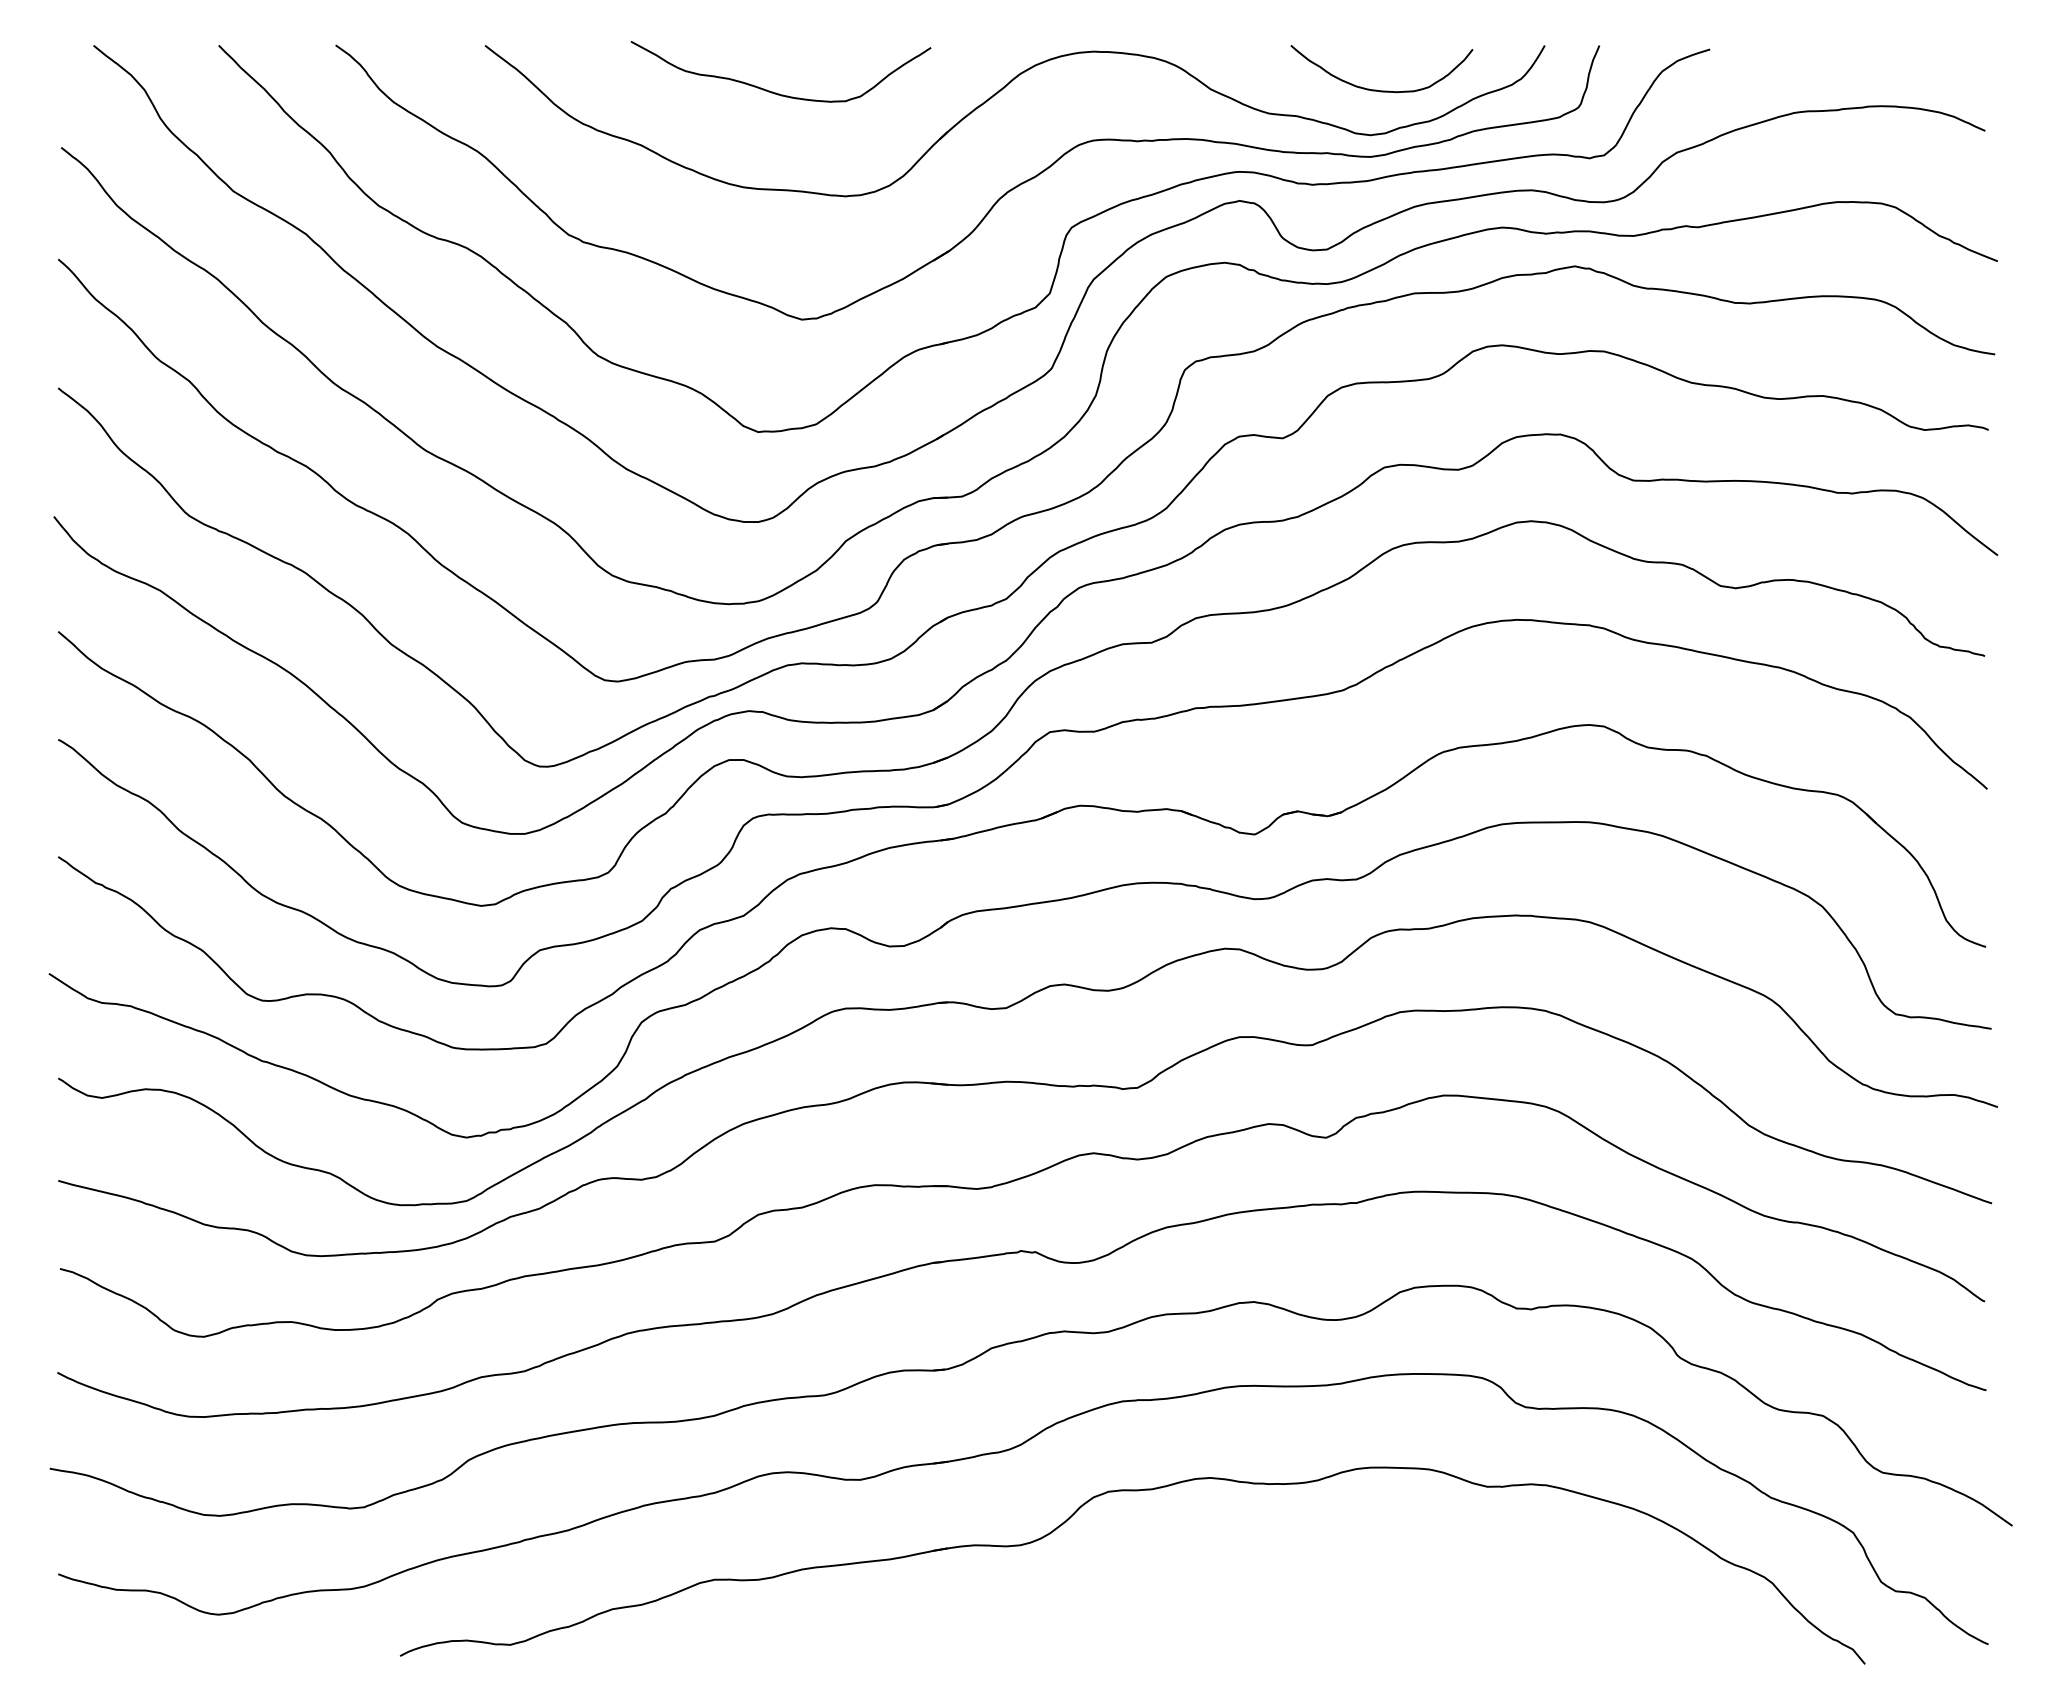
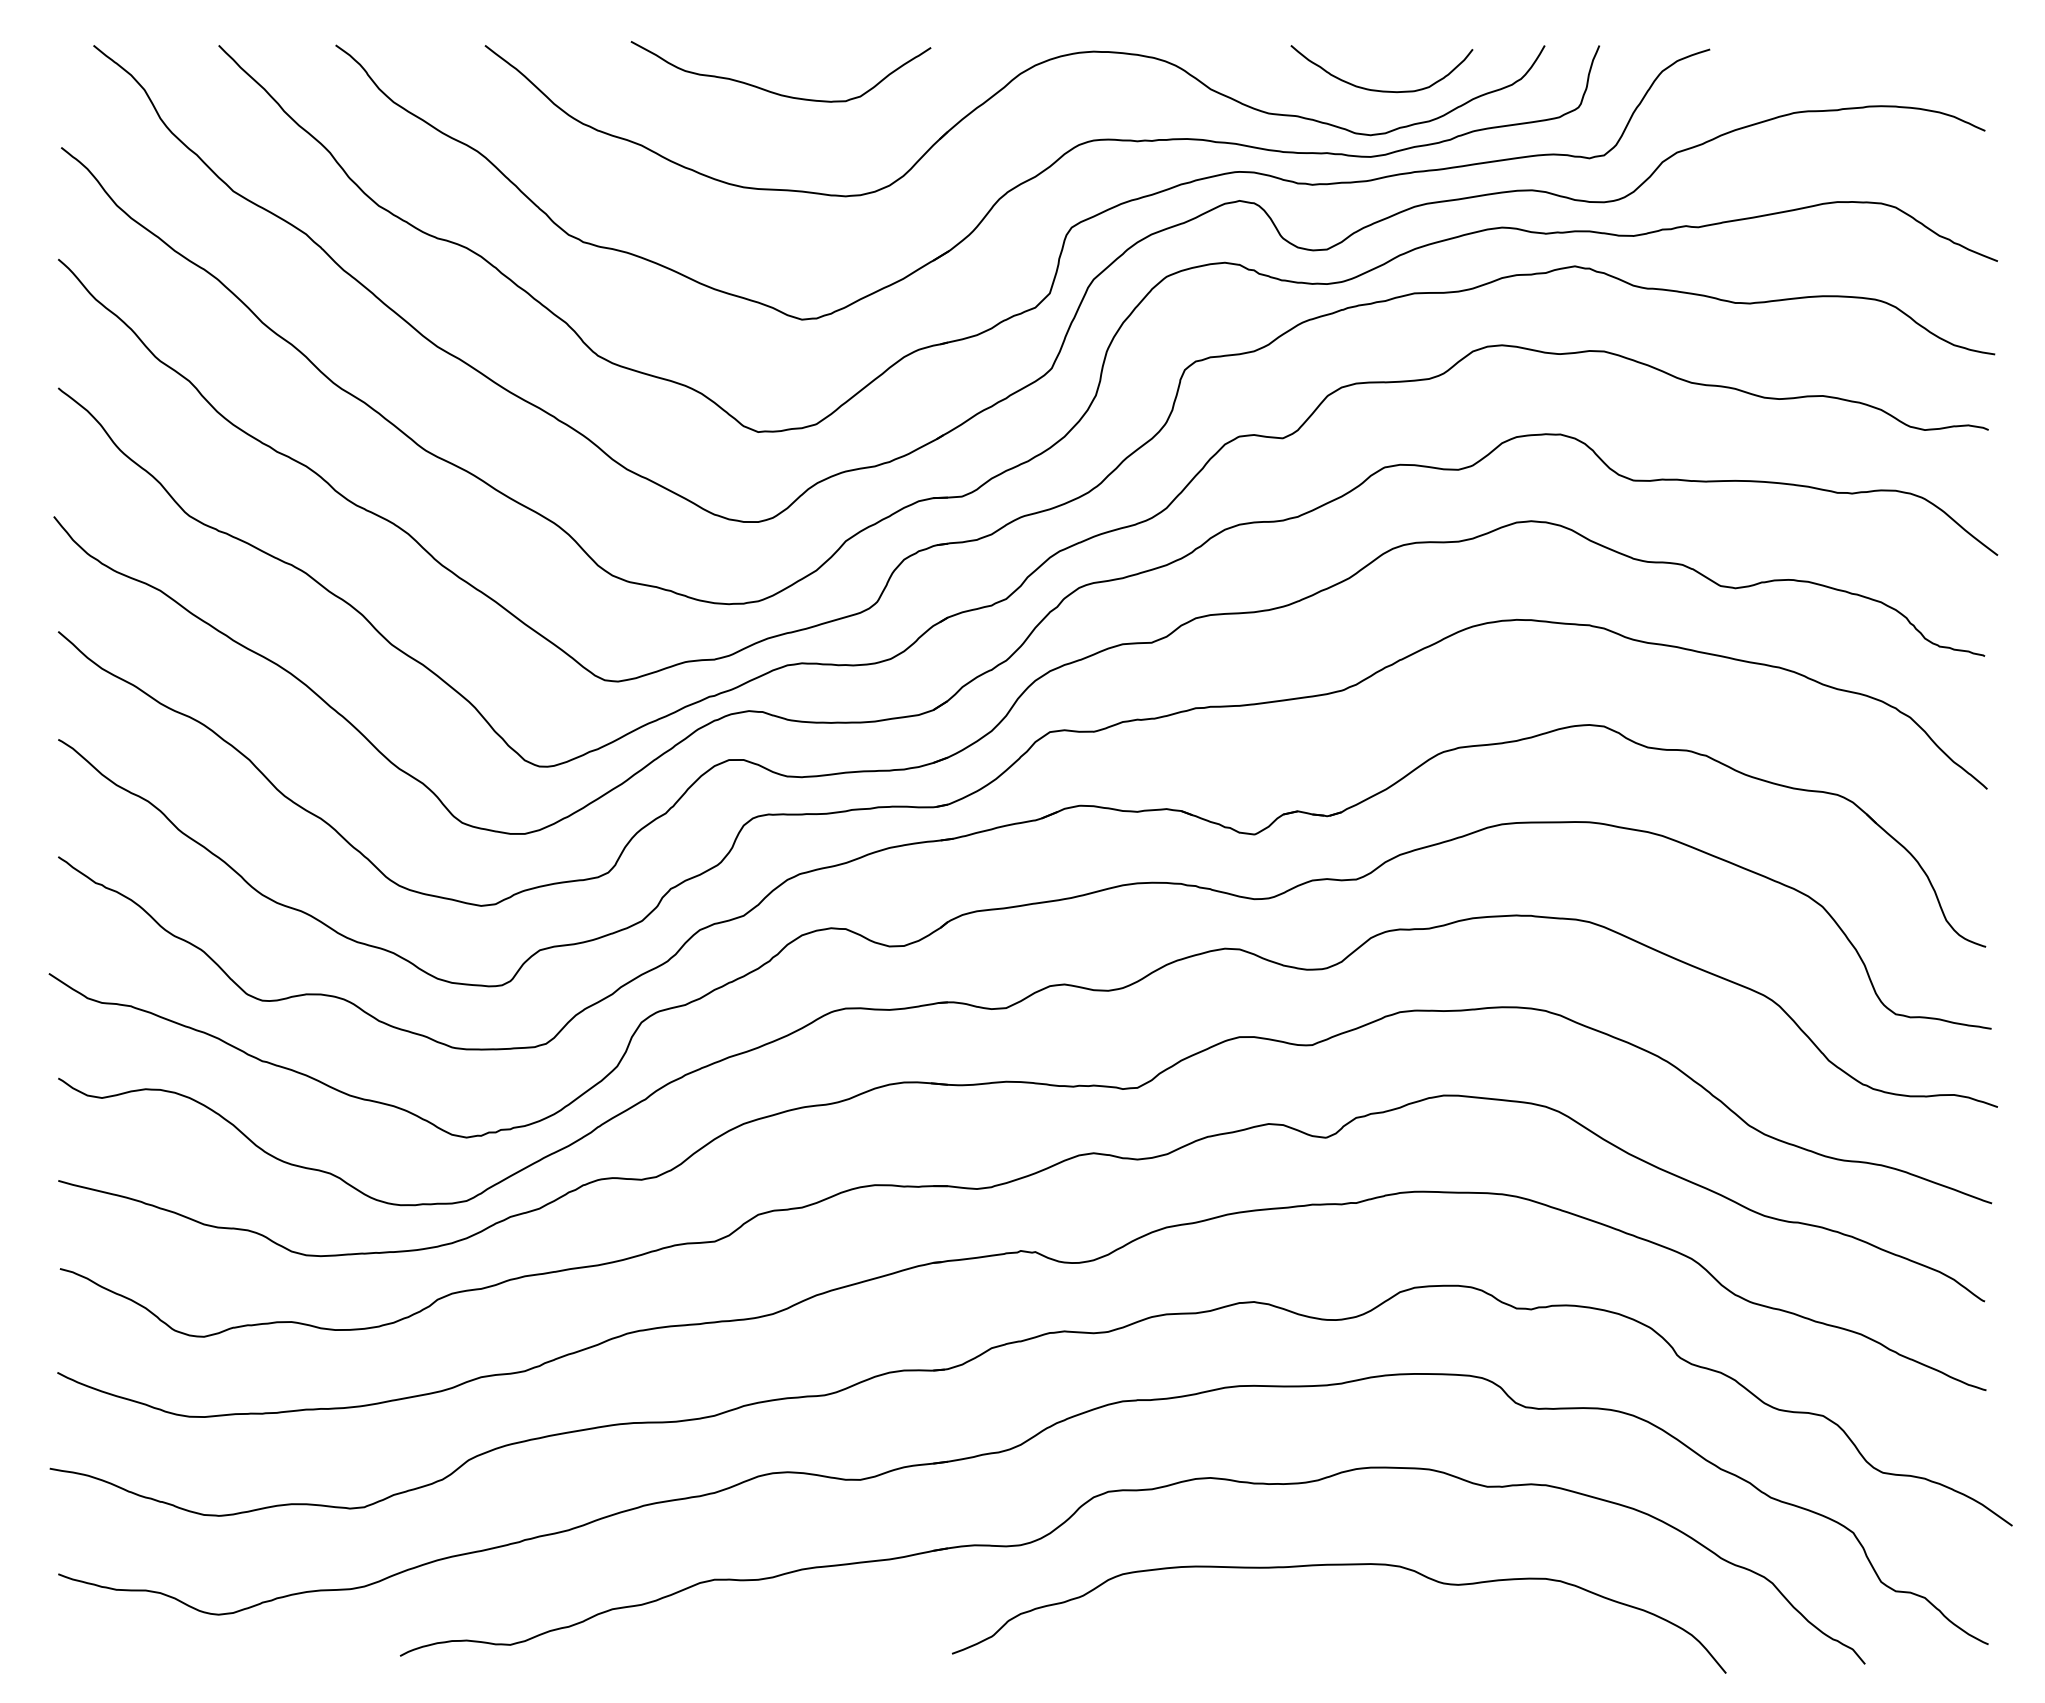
curve at (1339, 1565): none -> present
